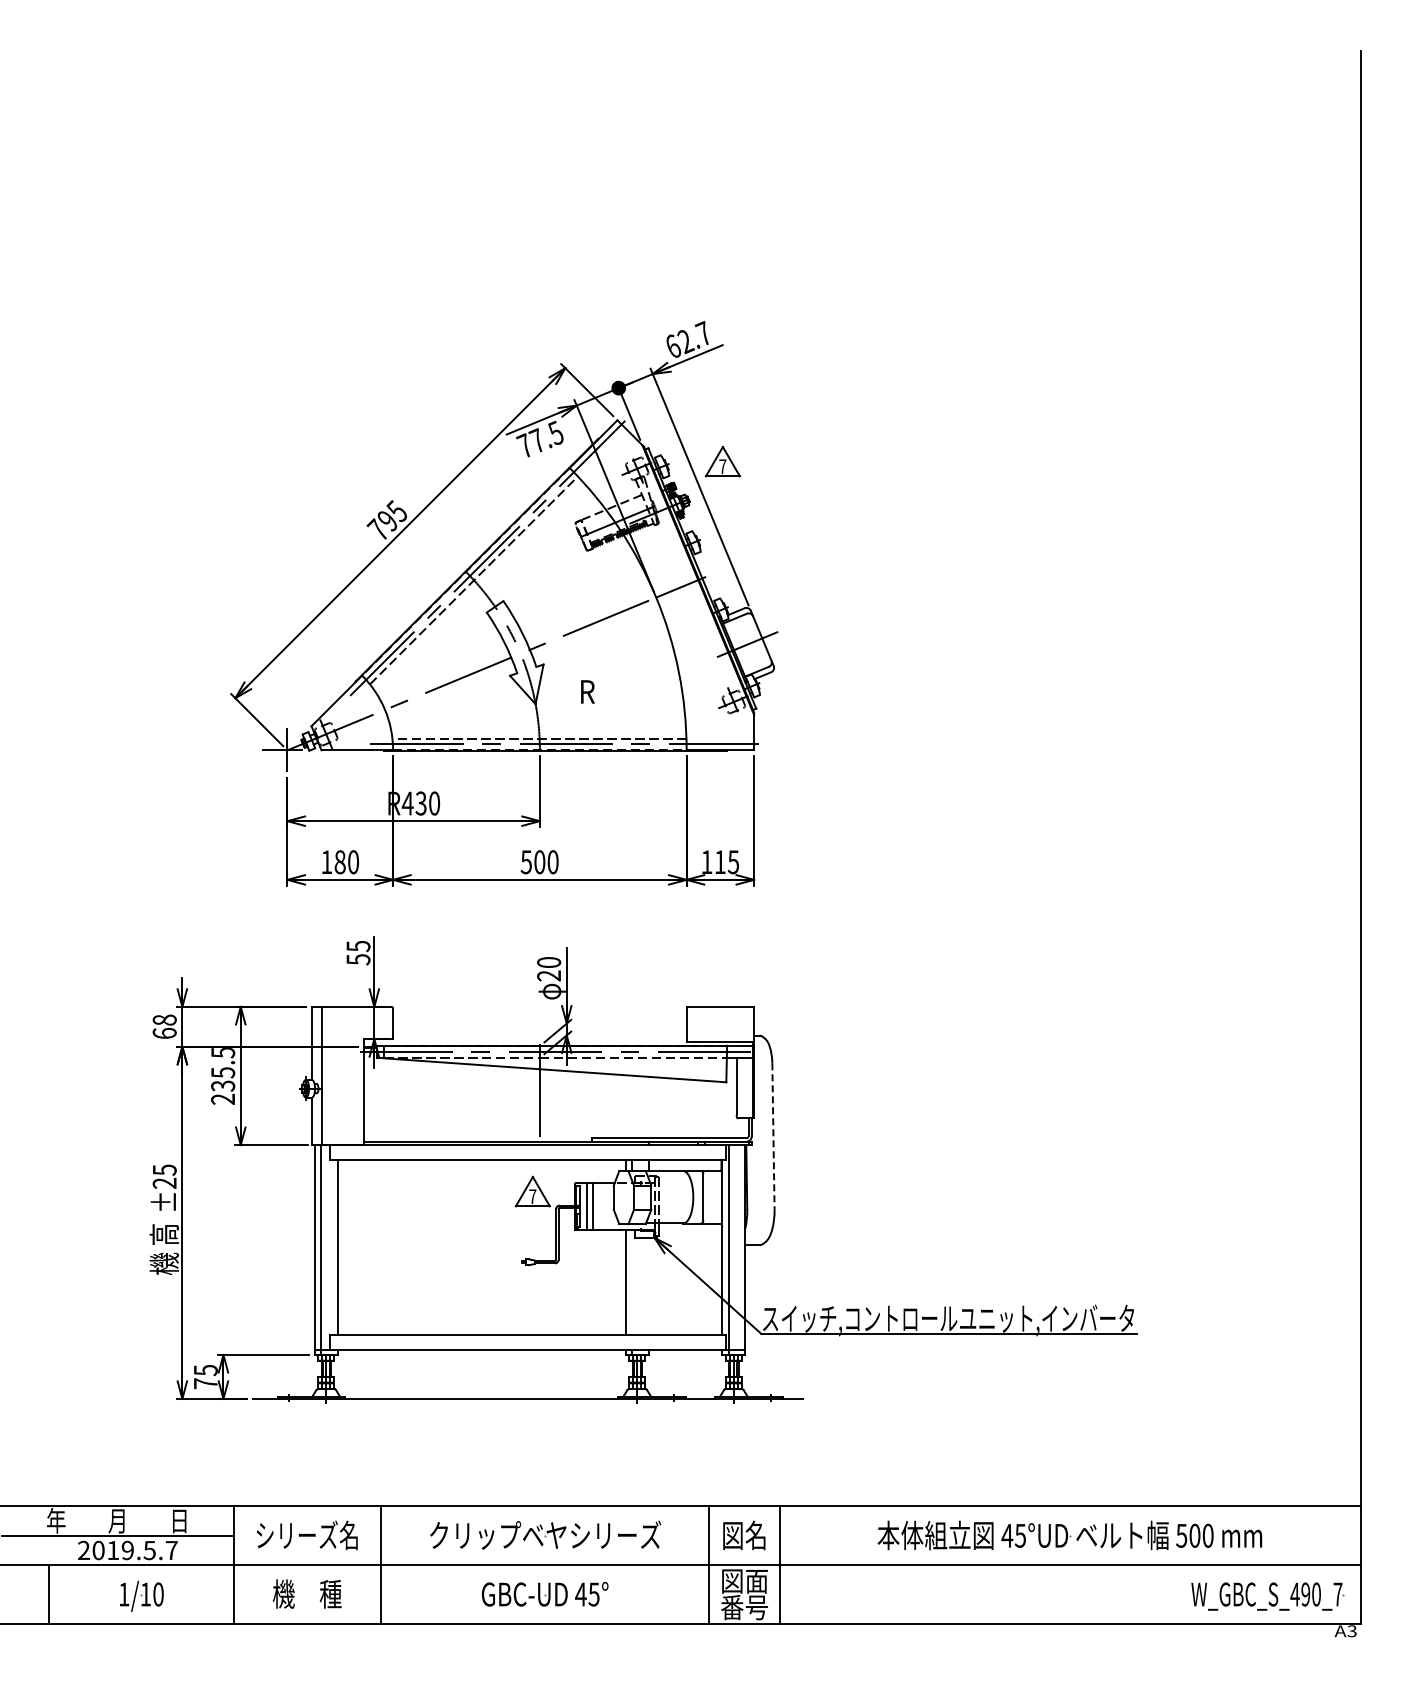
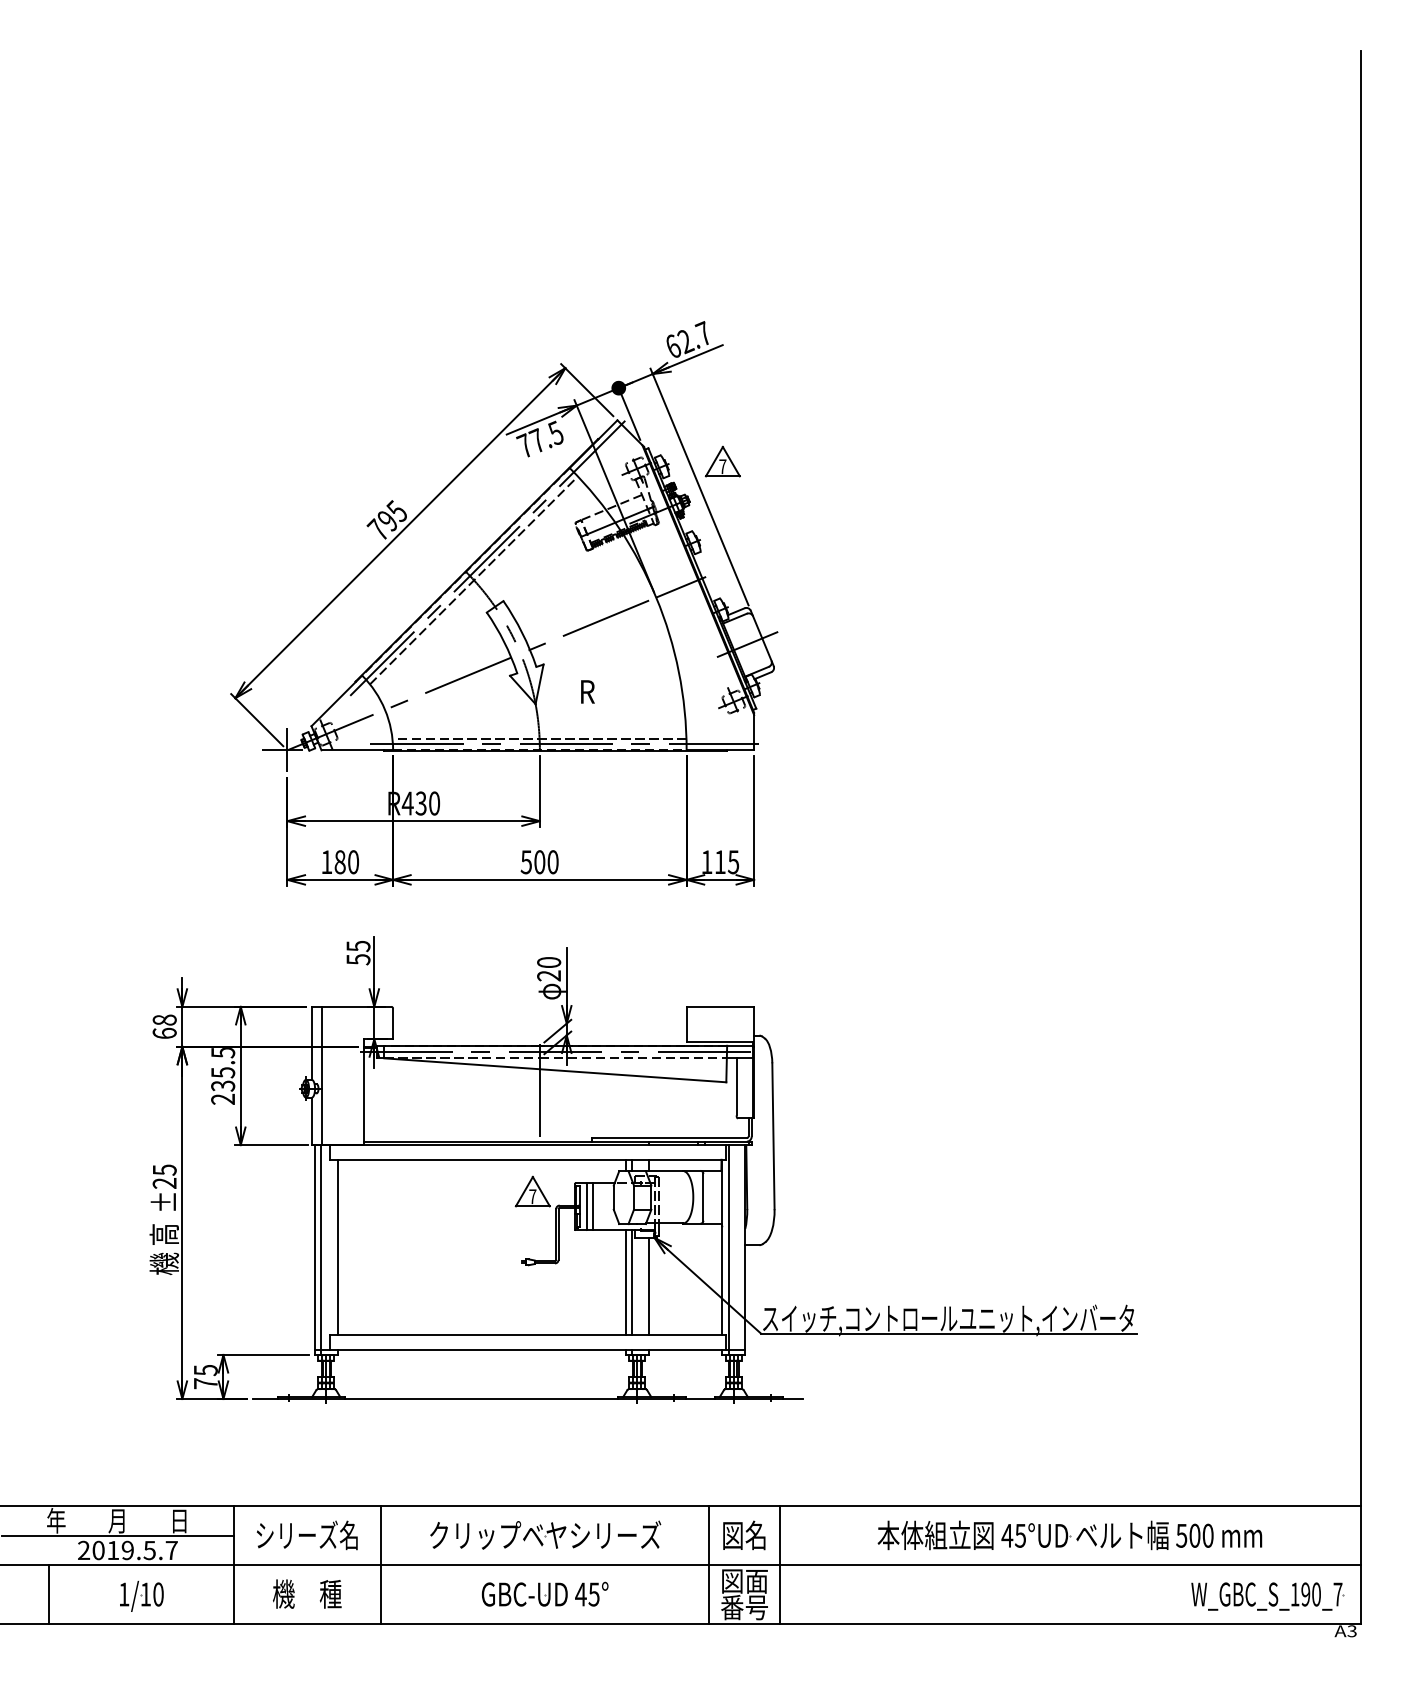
line at (773, 1136): dashed -> solid
line at (632, 1282): none -> present
line at (648, 1286): none -> present
text at (1294, 1594): W_GBC_S_490_7 -> W_GBC_S_190_7
